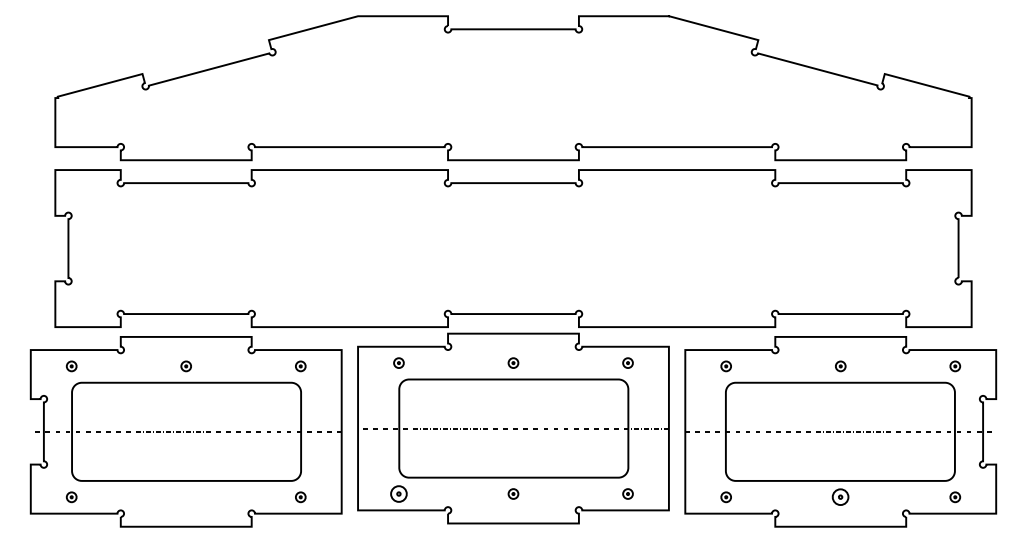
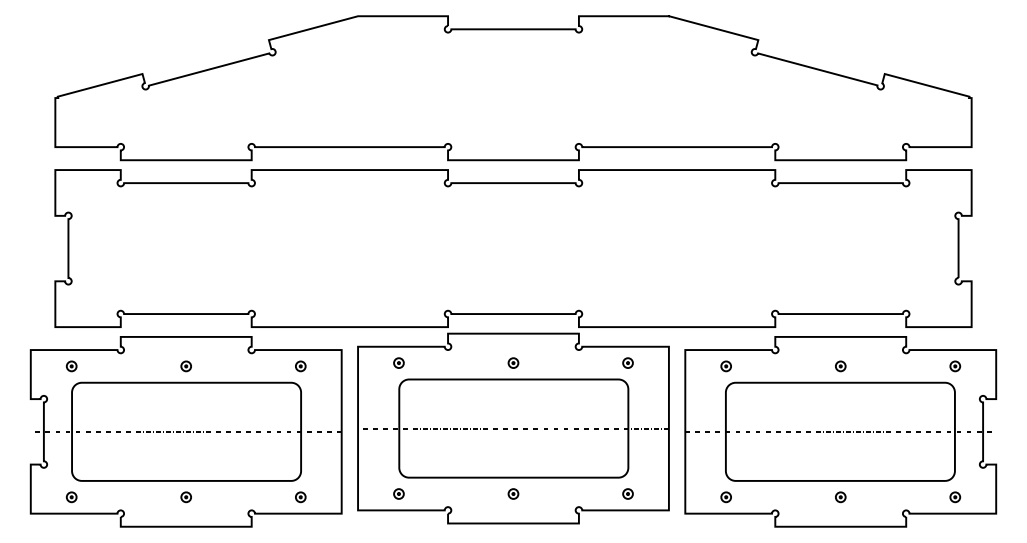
part at (398, 493) size: 18x18 px -> 12x12 px
part at (840, 496) size: 19x18 px -> 12x13 px
part at (185, 497): none -> present
